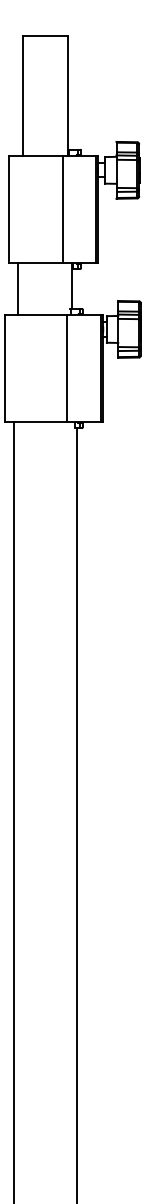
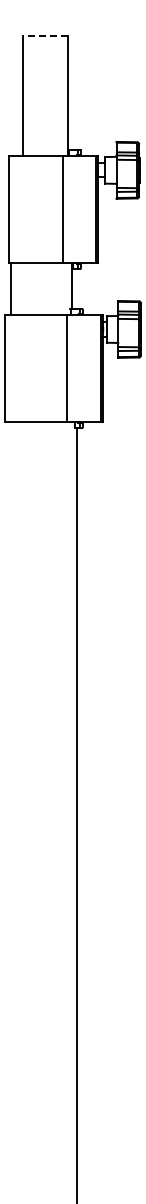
line at (45, 36): solid -> dashed
line at (18, 288) position: (18, 288) -> (11, 288)
line at (13, 810): present -> none
